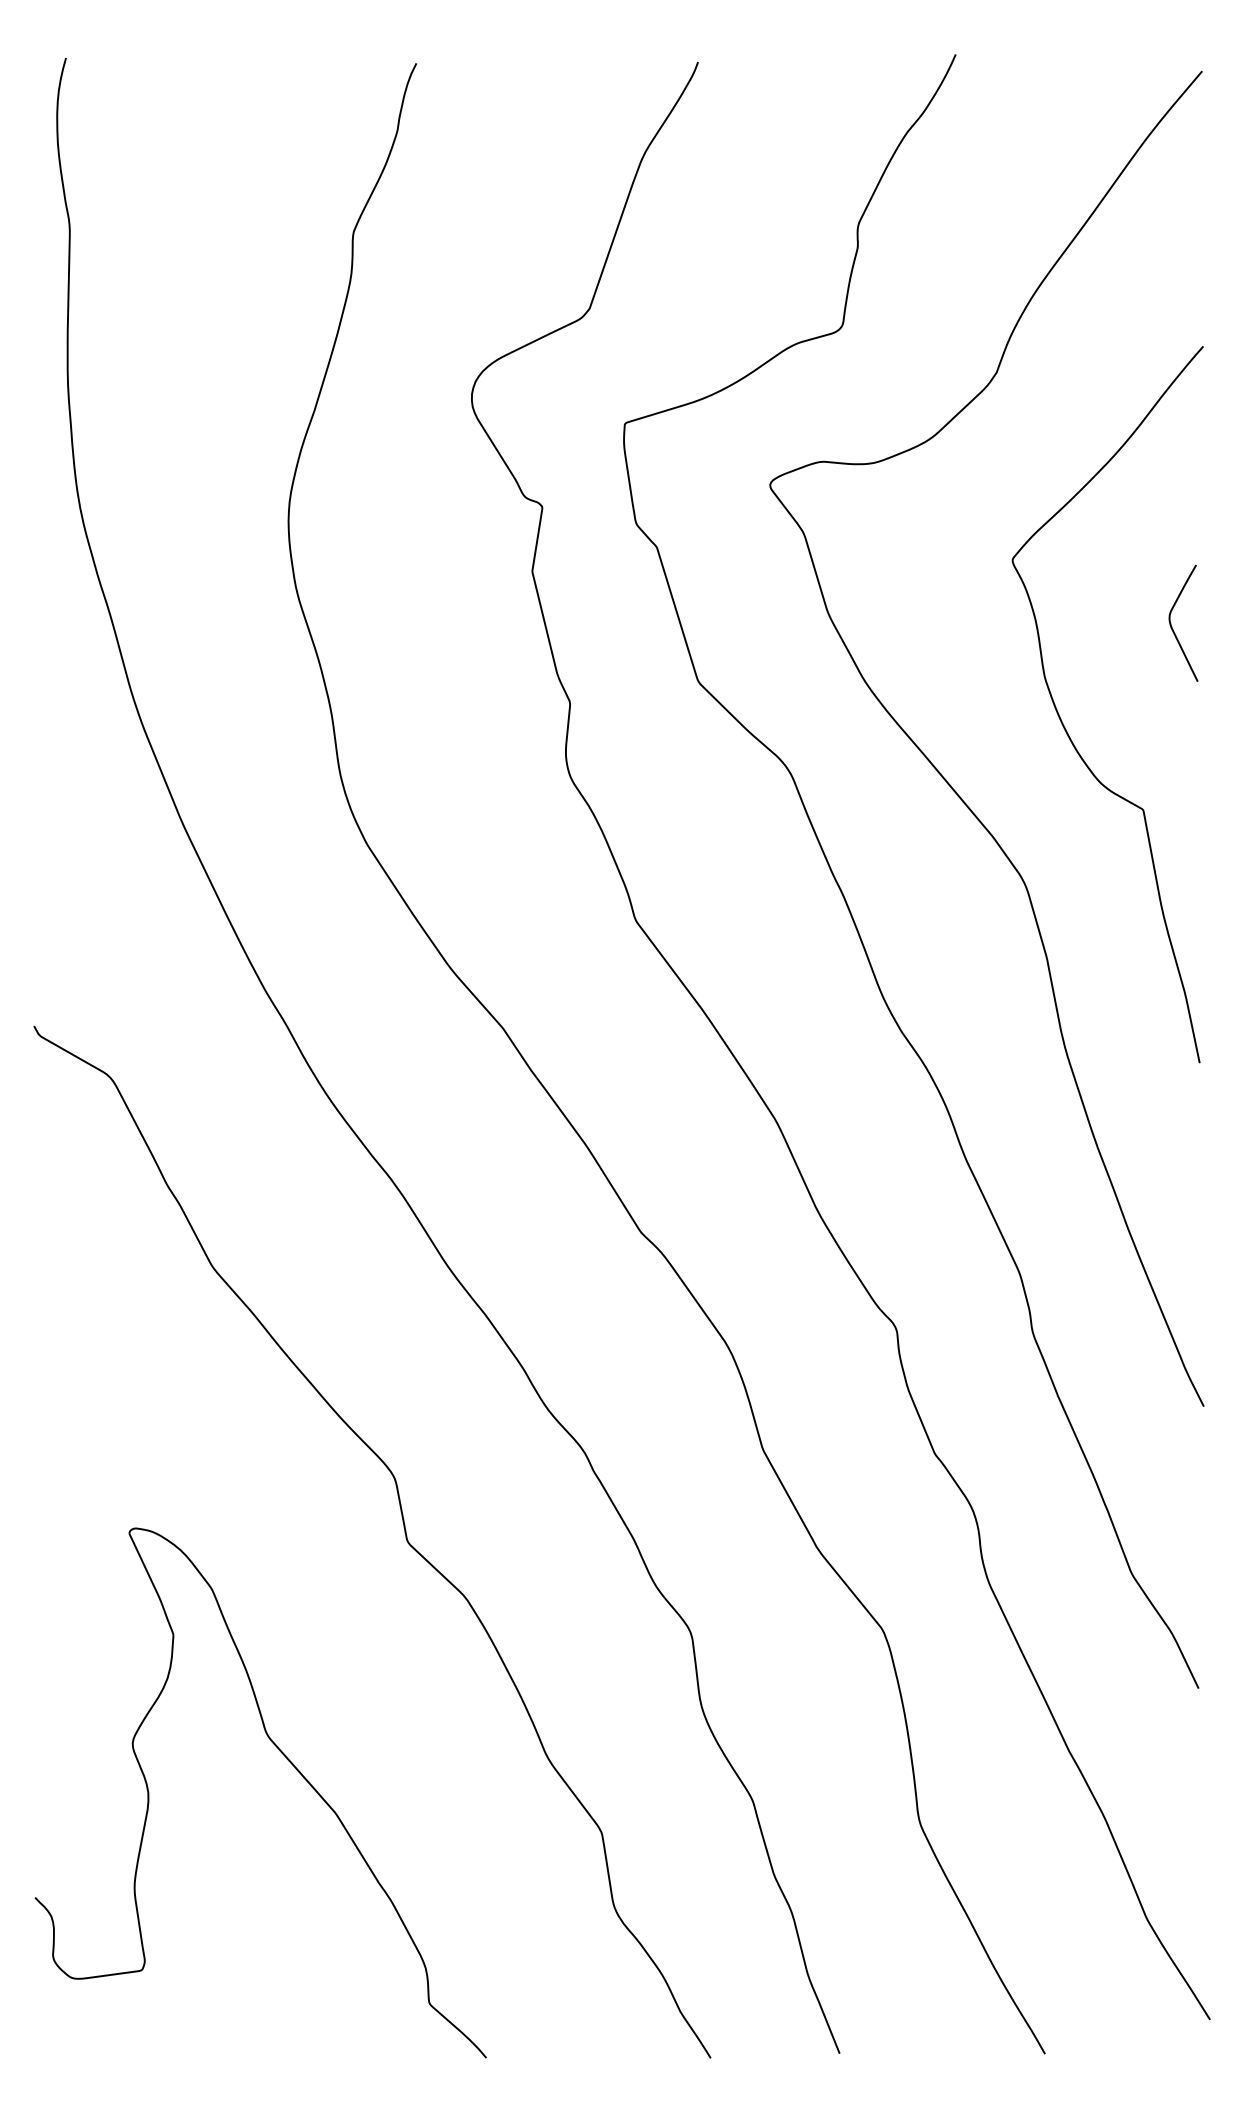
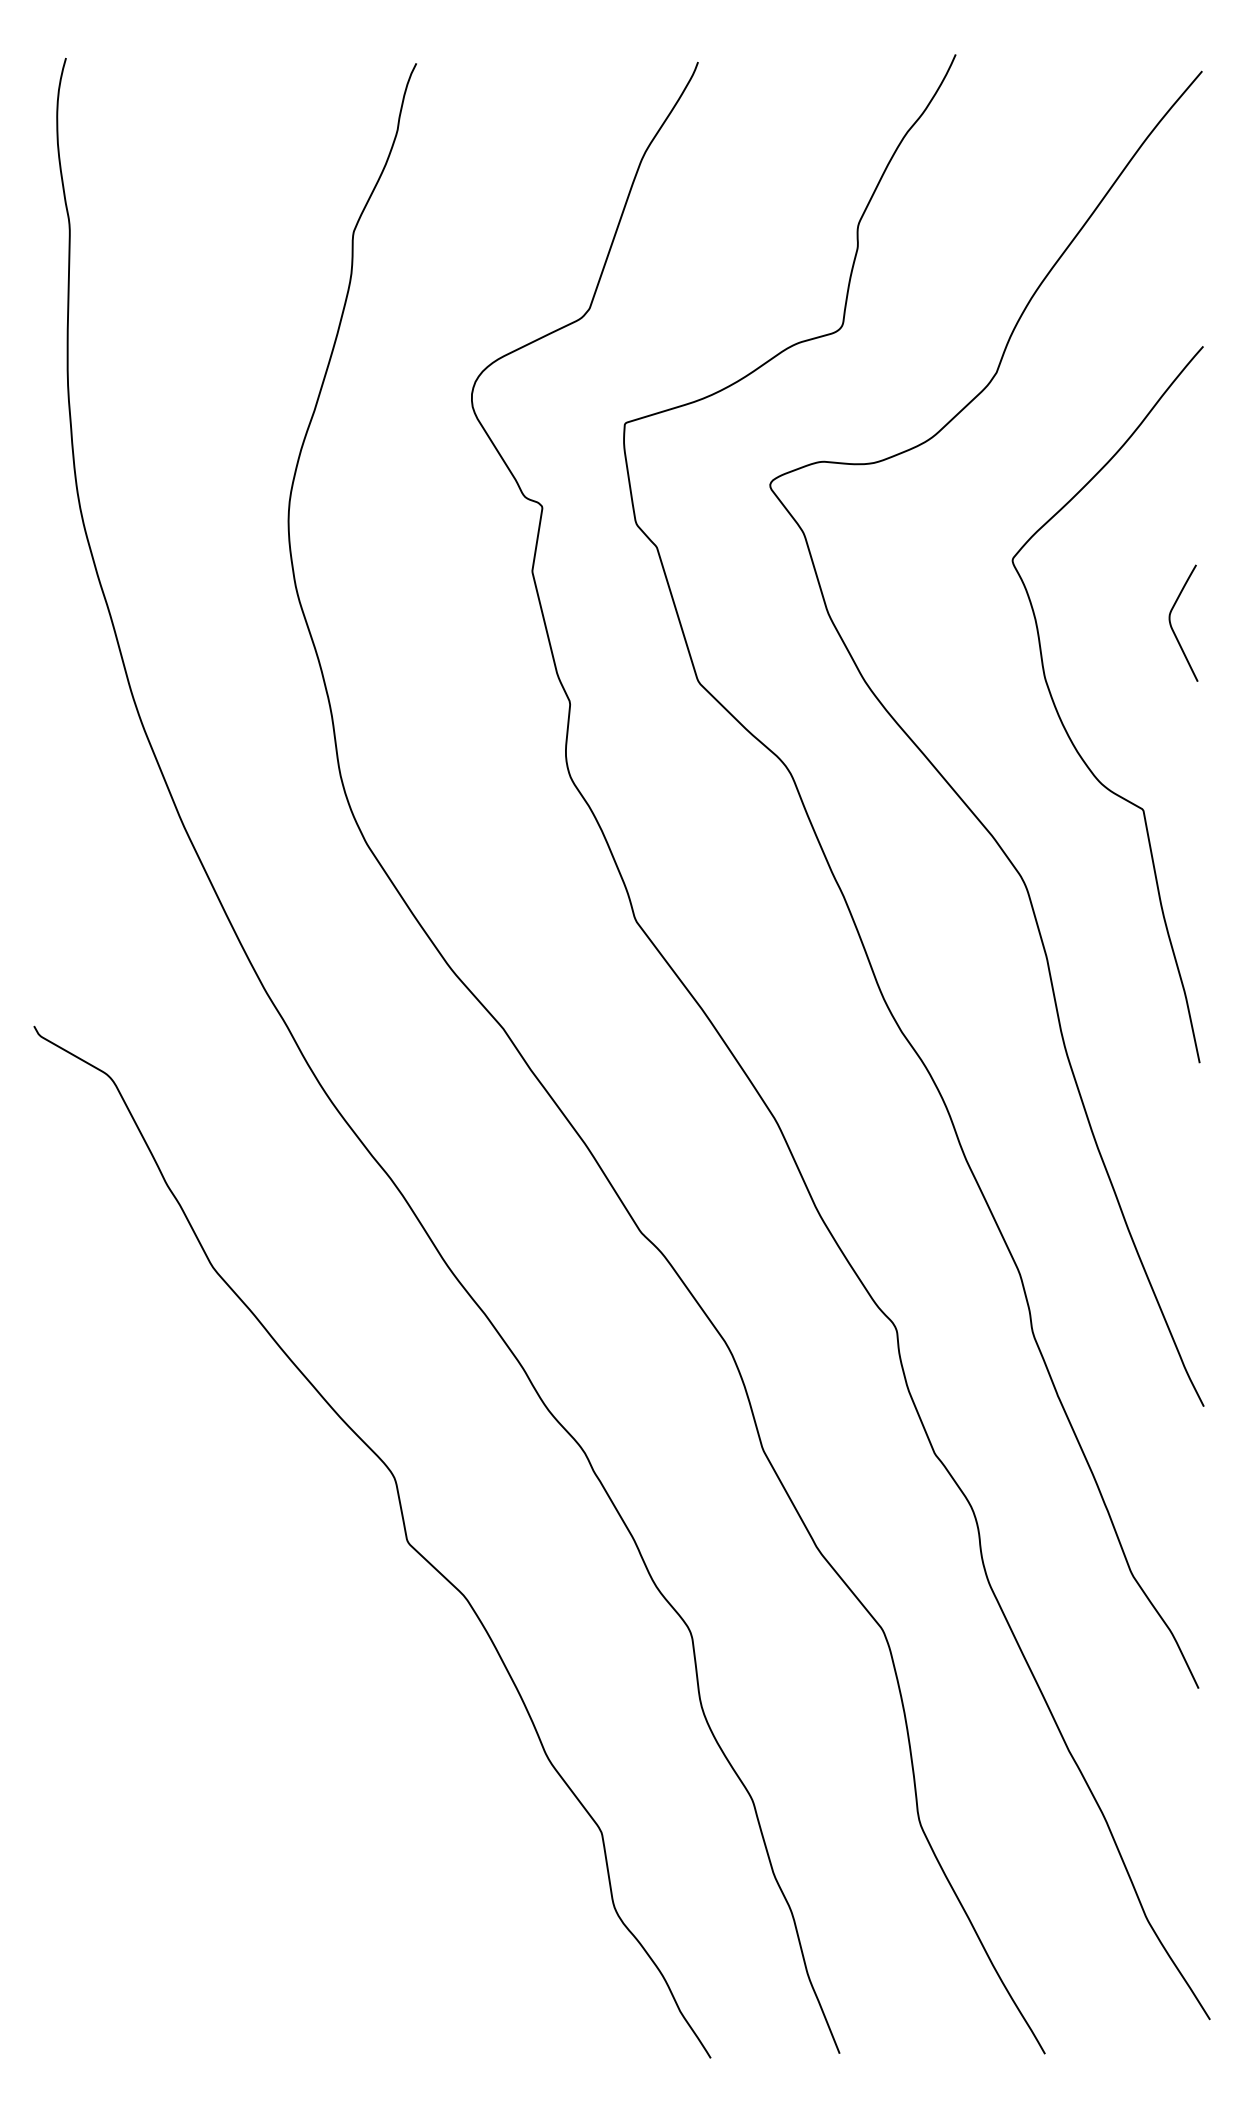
part at (289, 1762): present -> none
